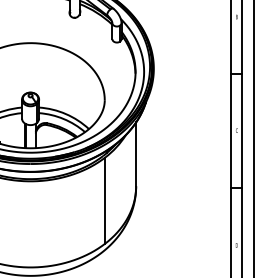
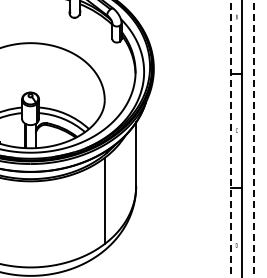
line at (253, 138): solid -> dashed
line at (230, 139): solid -> dashed
